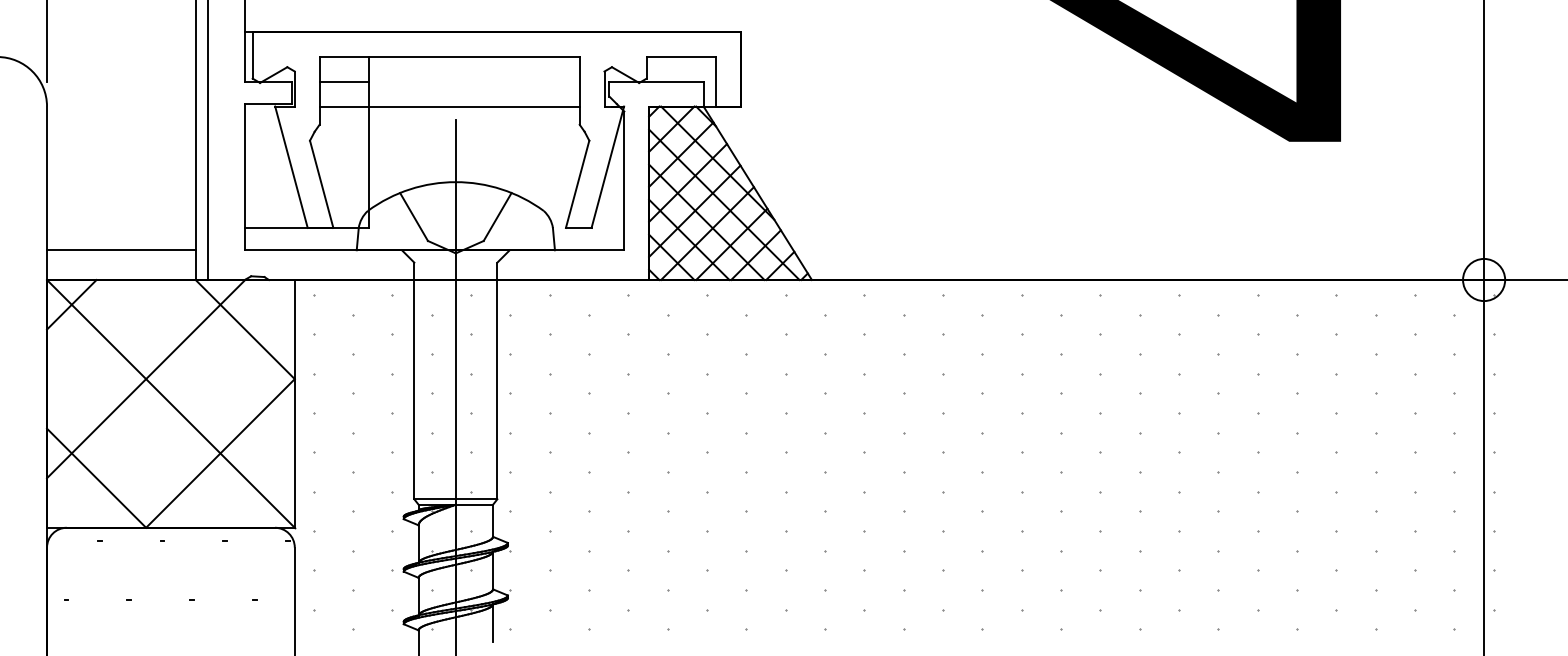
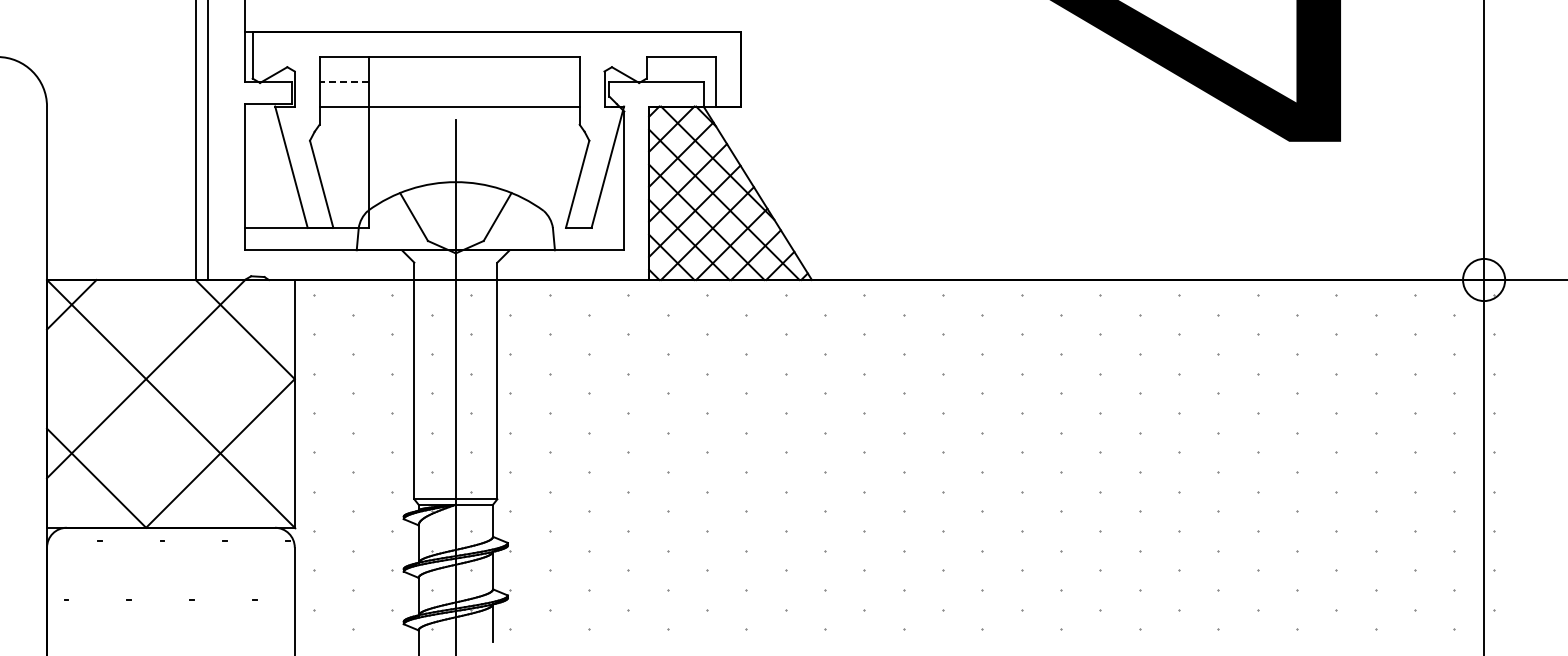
line at (47, 41): present -> none
line at (344, 81): solid -> dashed
line at (121, 250): present -> none
